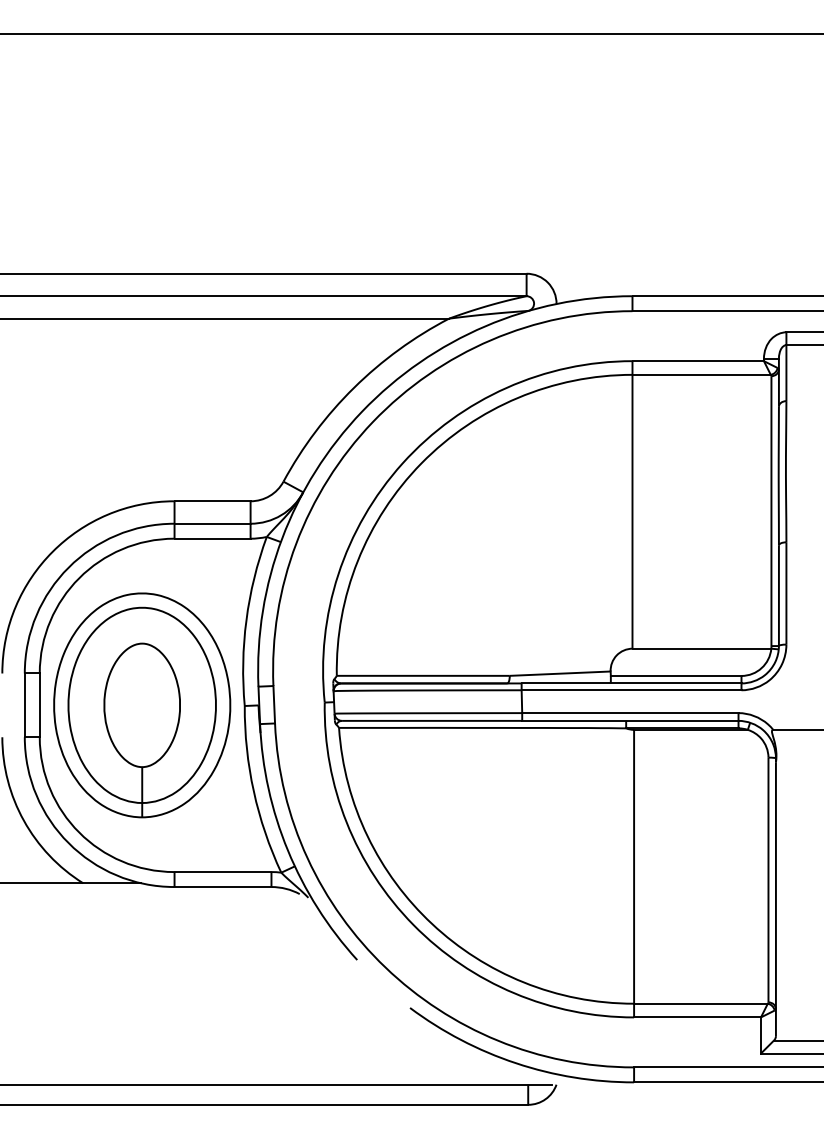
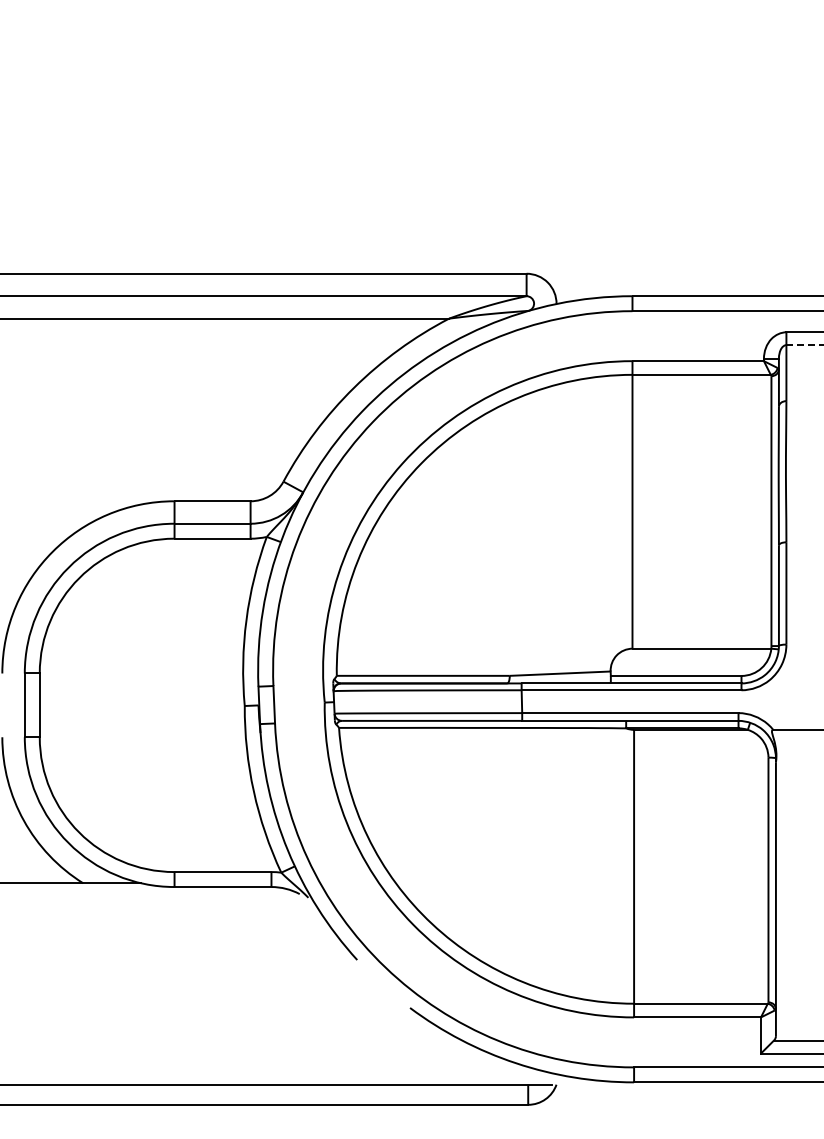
line at (411, 34): present -> none
line at (805, 345): solid -> dashed
part at (142, 705): present -> none
